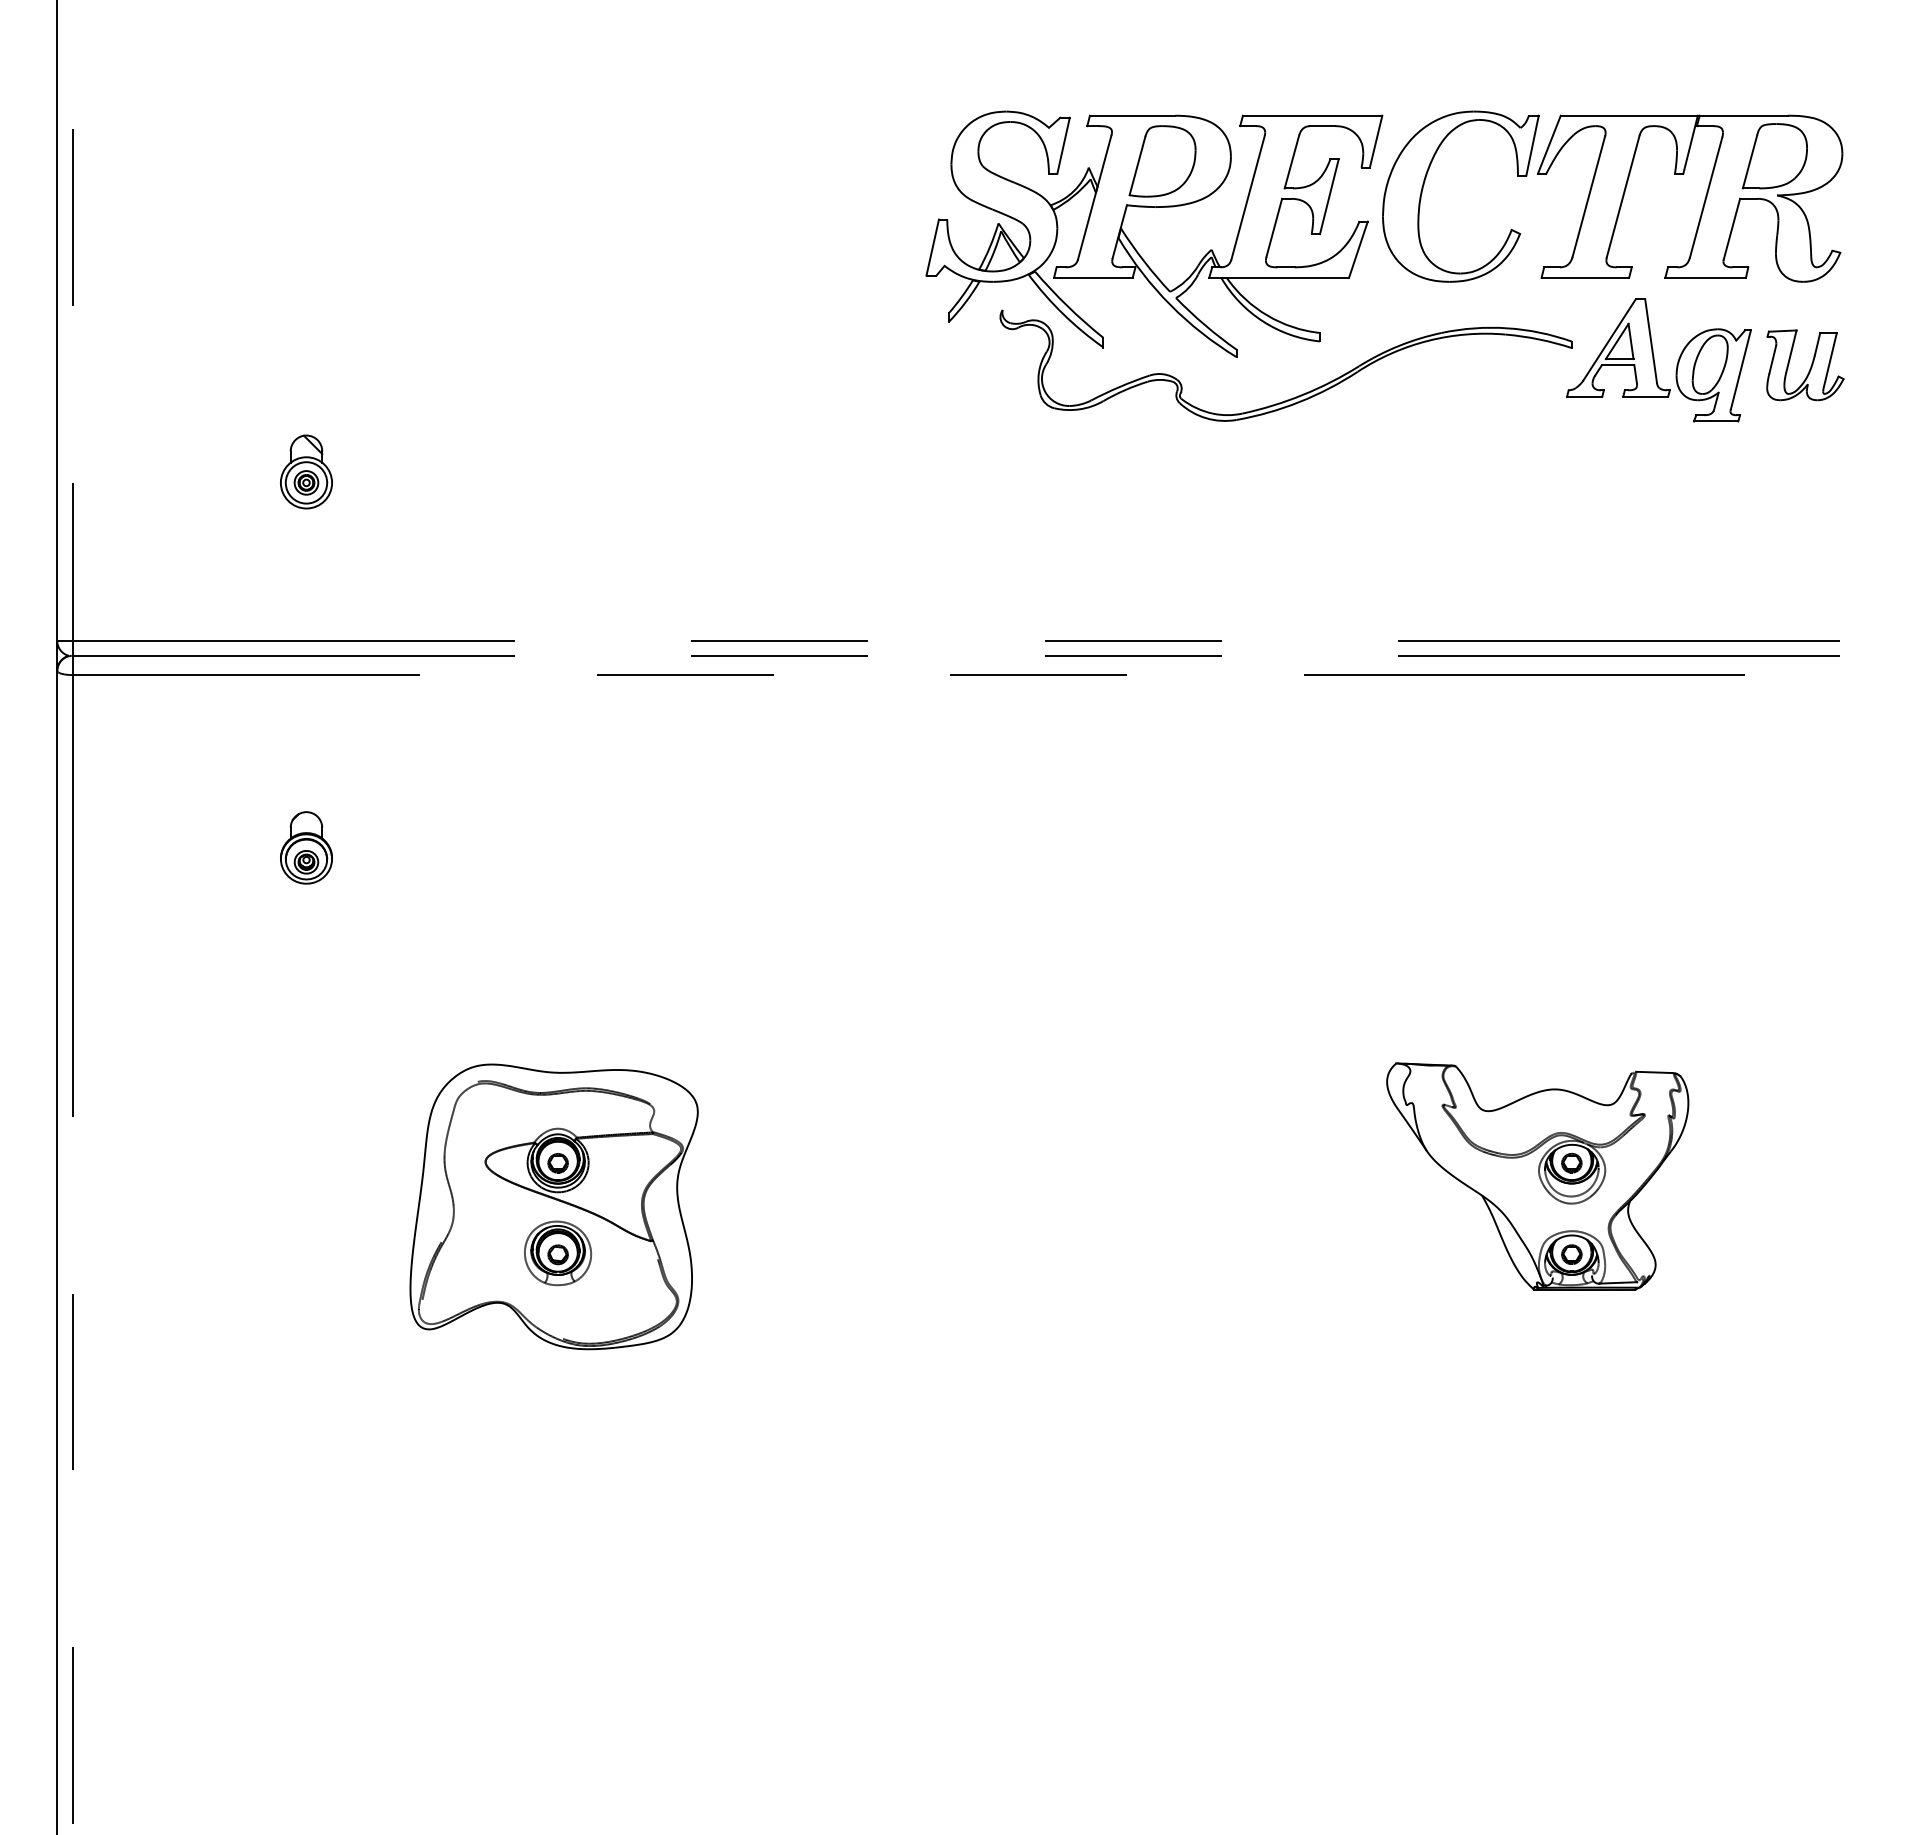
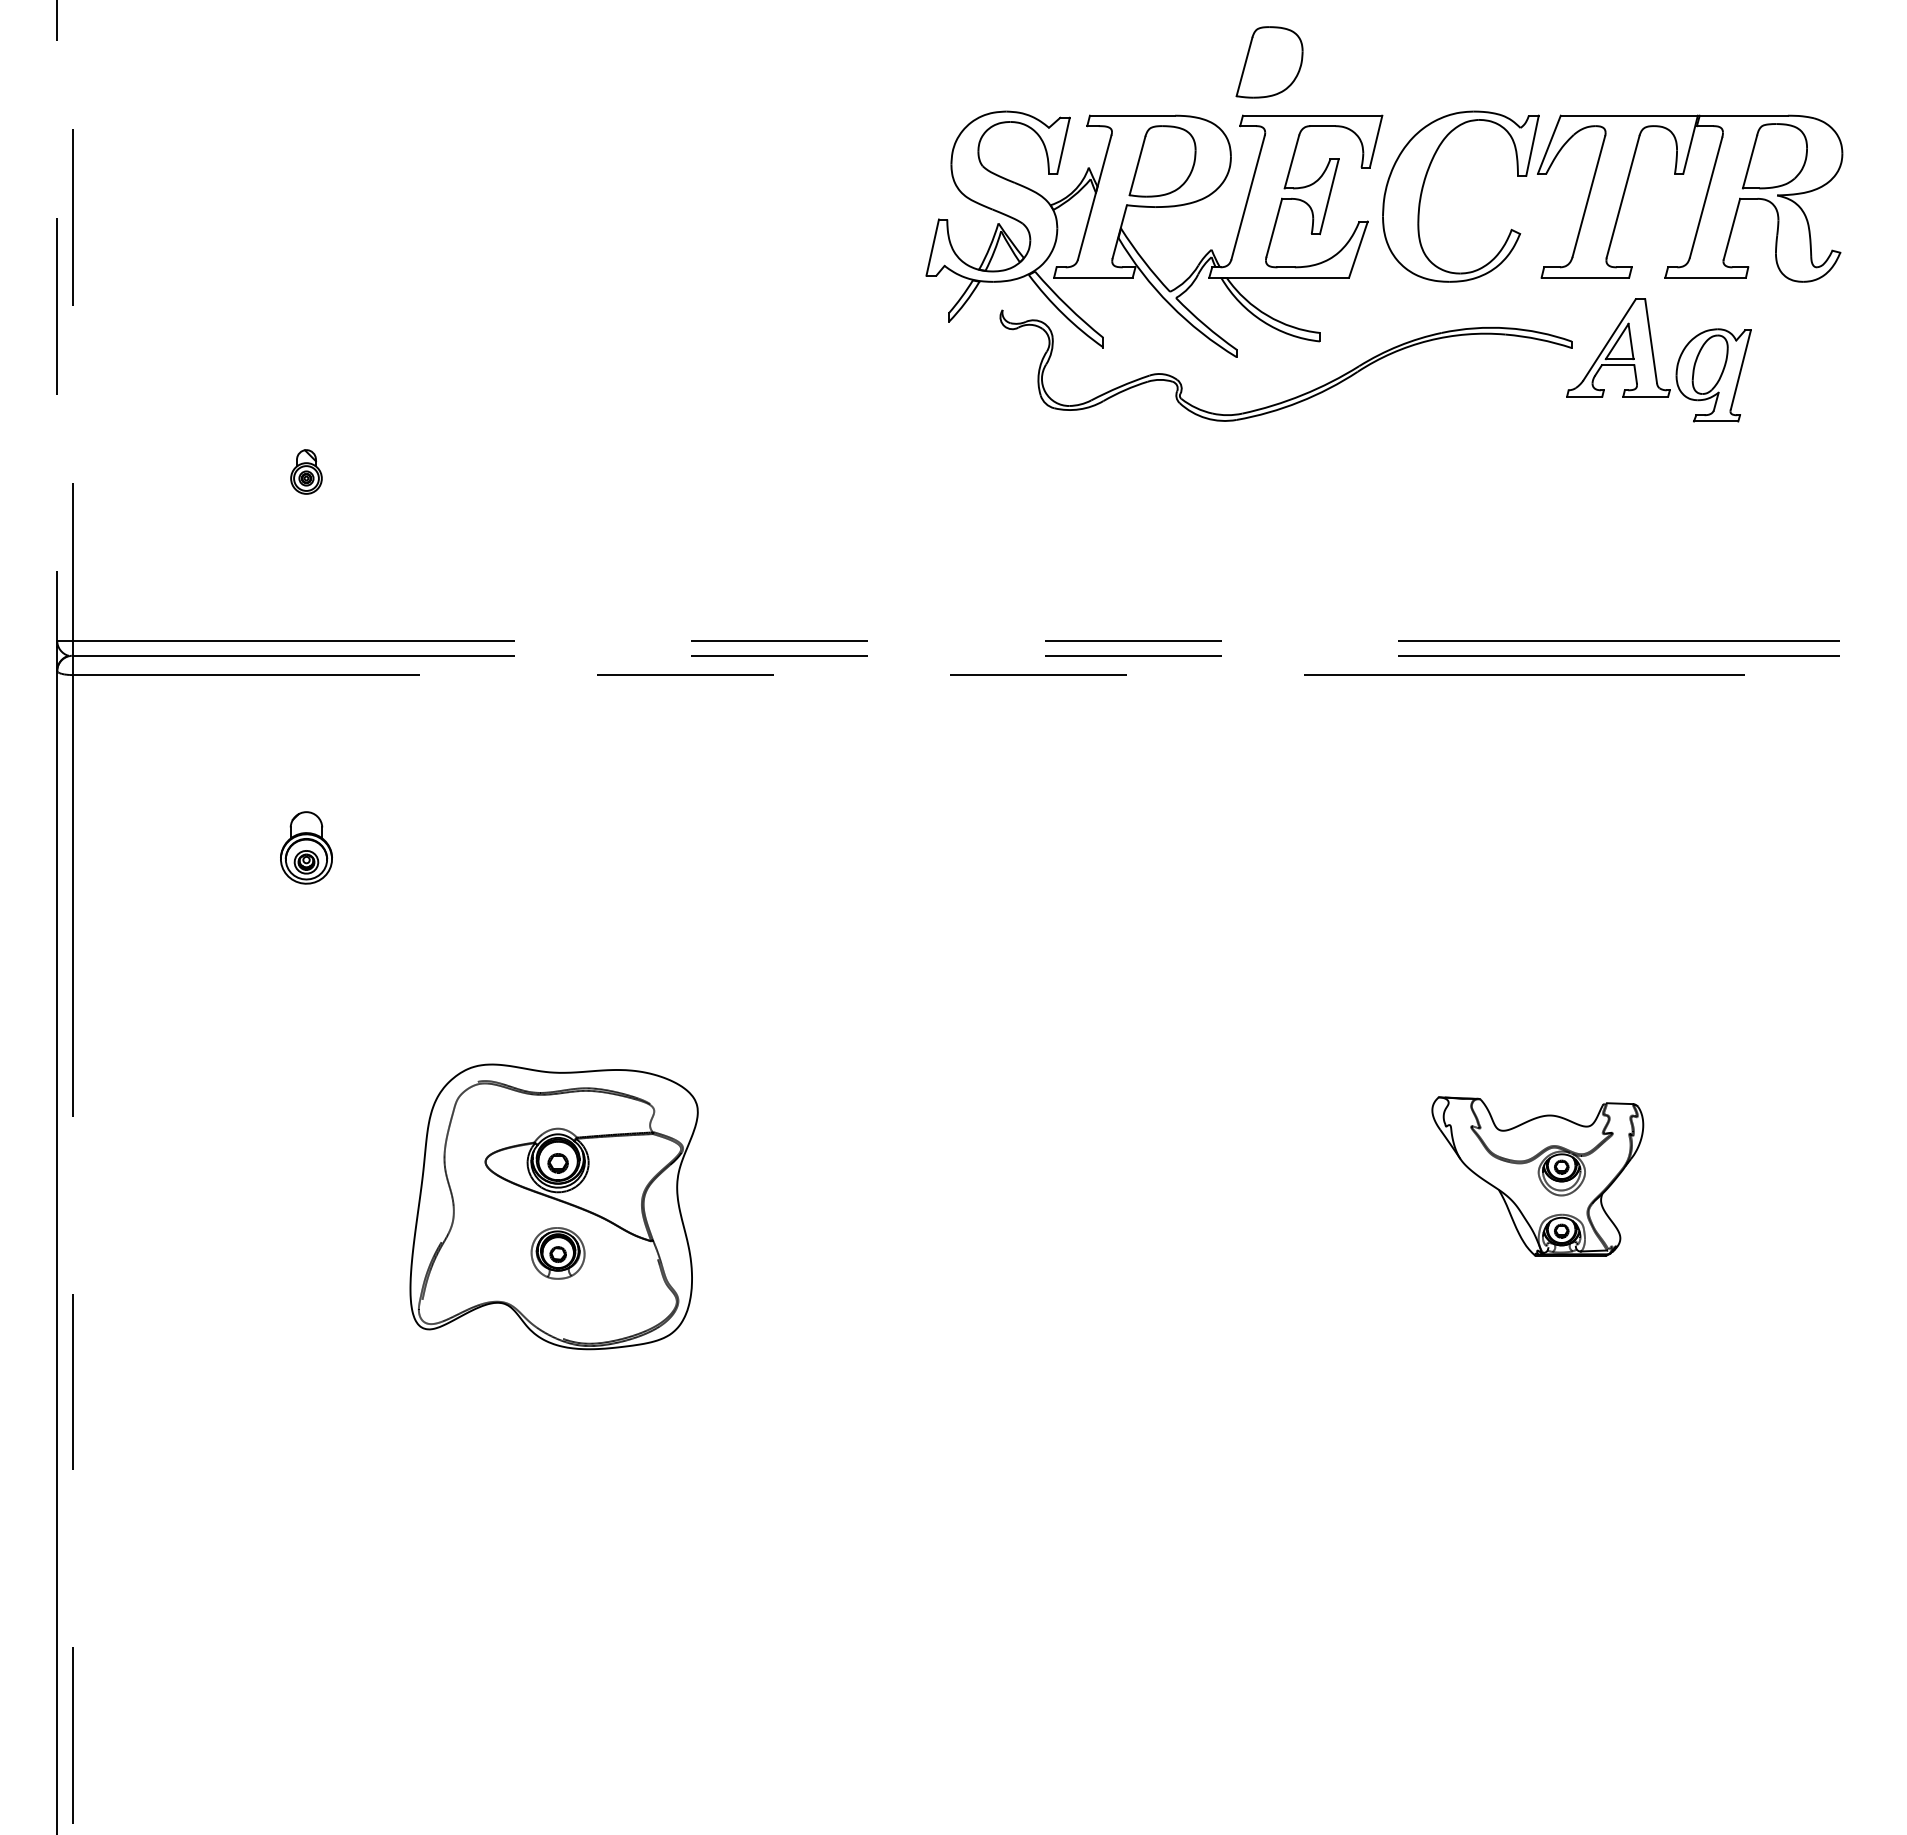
part at (1269, 62): none -> present
line at (57, 320): solid -> dashed
part at (1805, 365): present -> none
part at (306, 471) size: 53x76 px -> 33x46 px
part at (1537, 1176) size: 304x229 px -> 214x161 px
part at (558, 1253) size: 69x67 px -> 56x53 px
